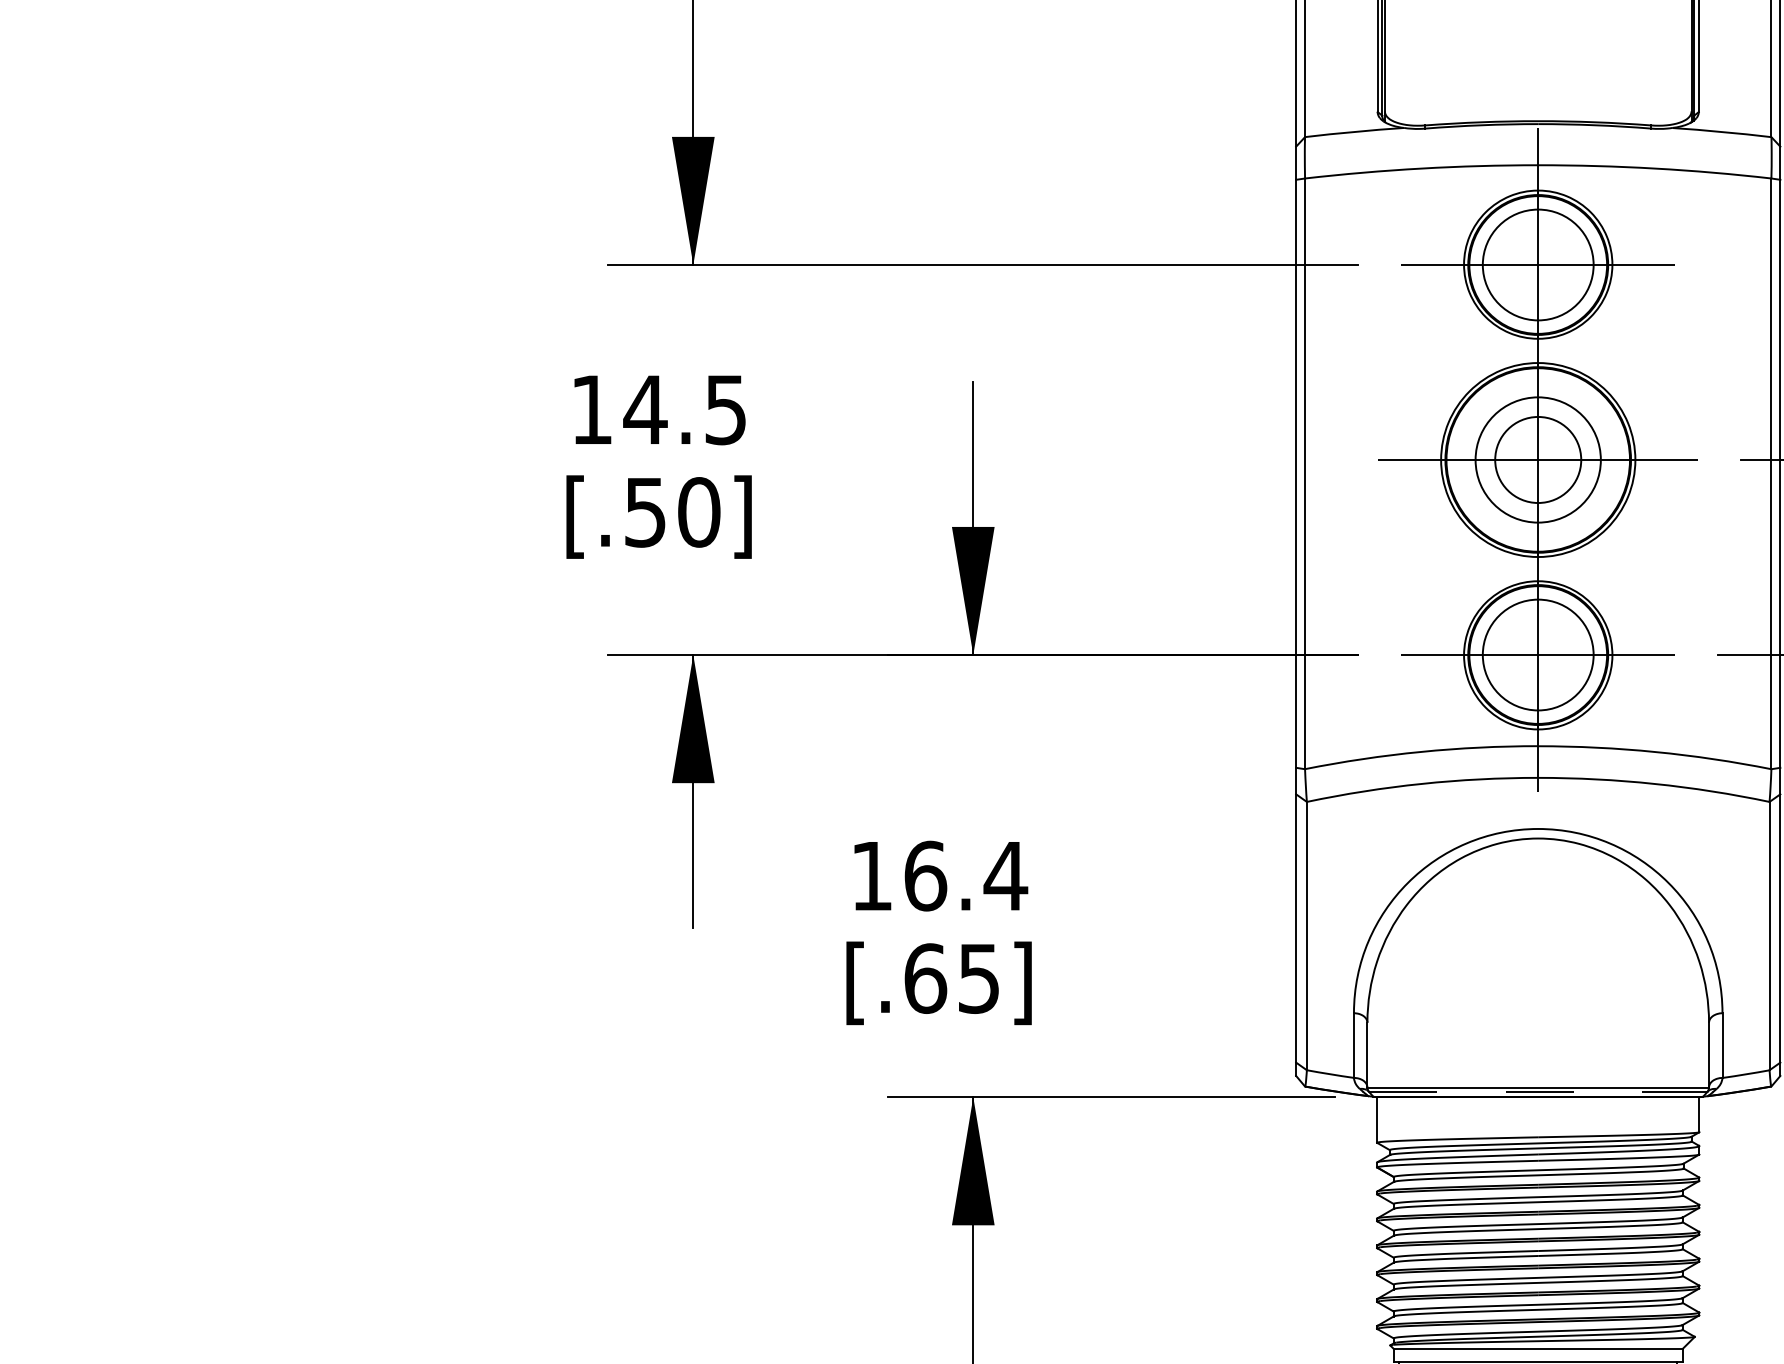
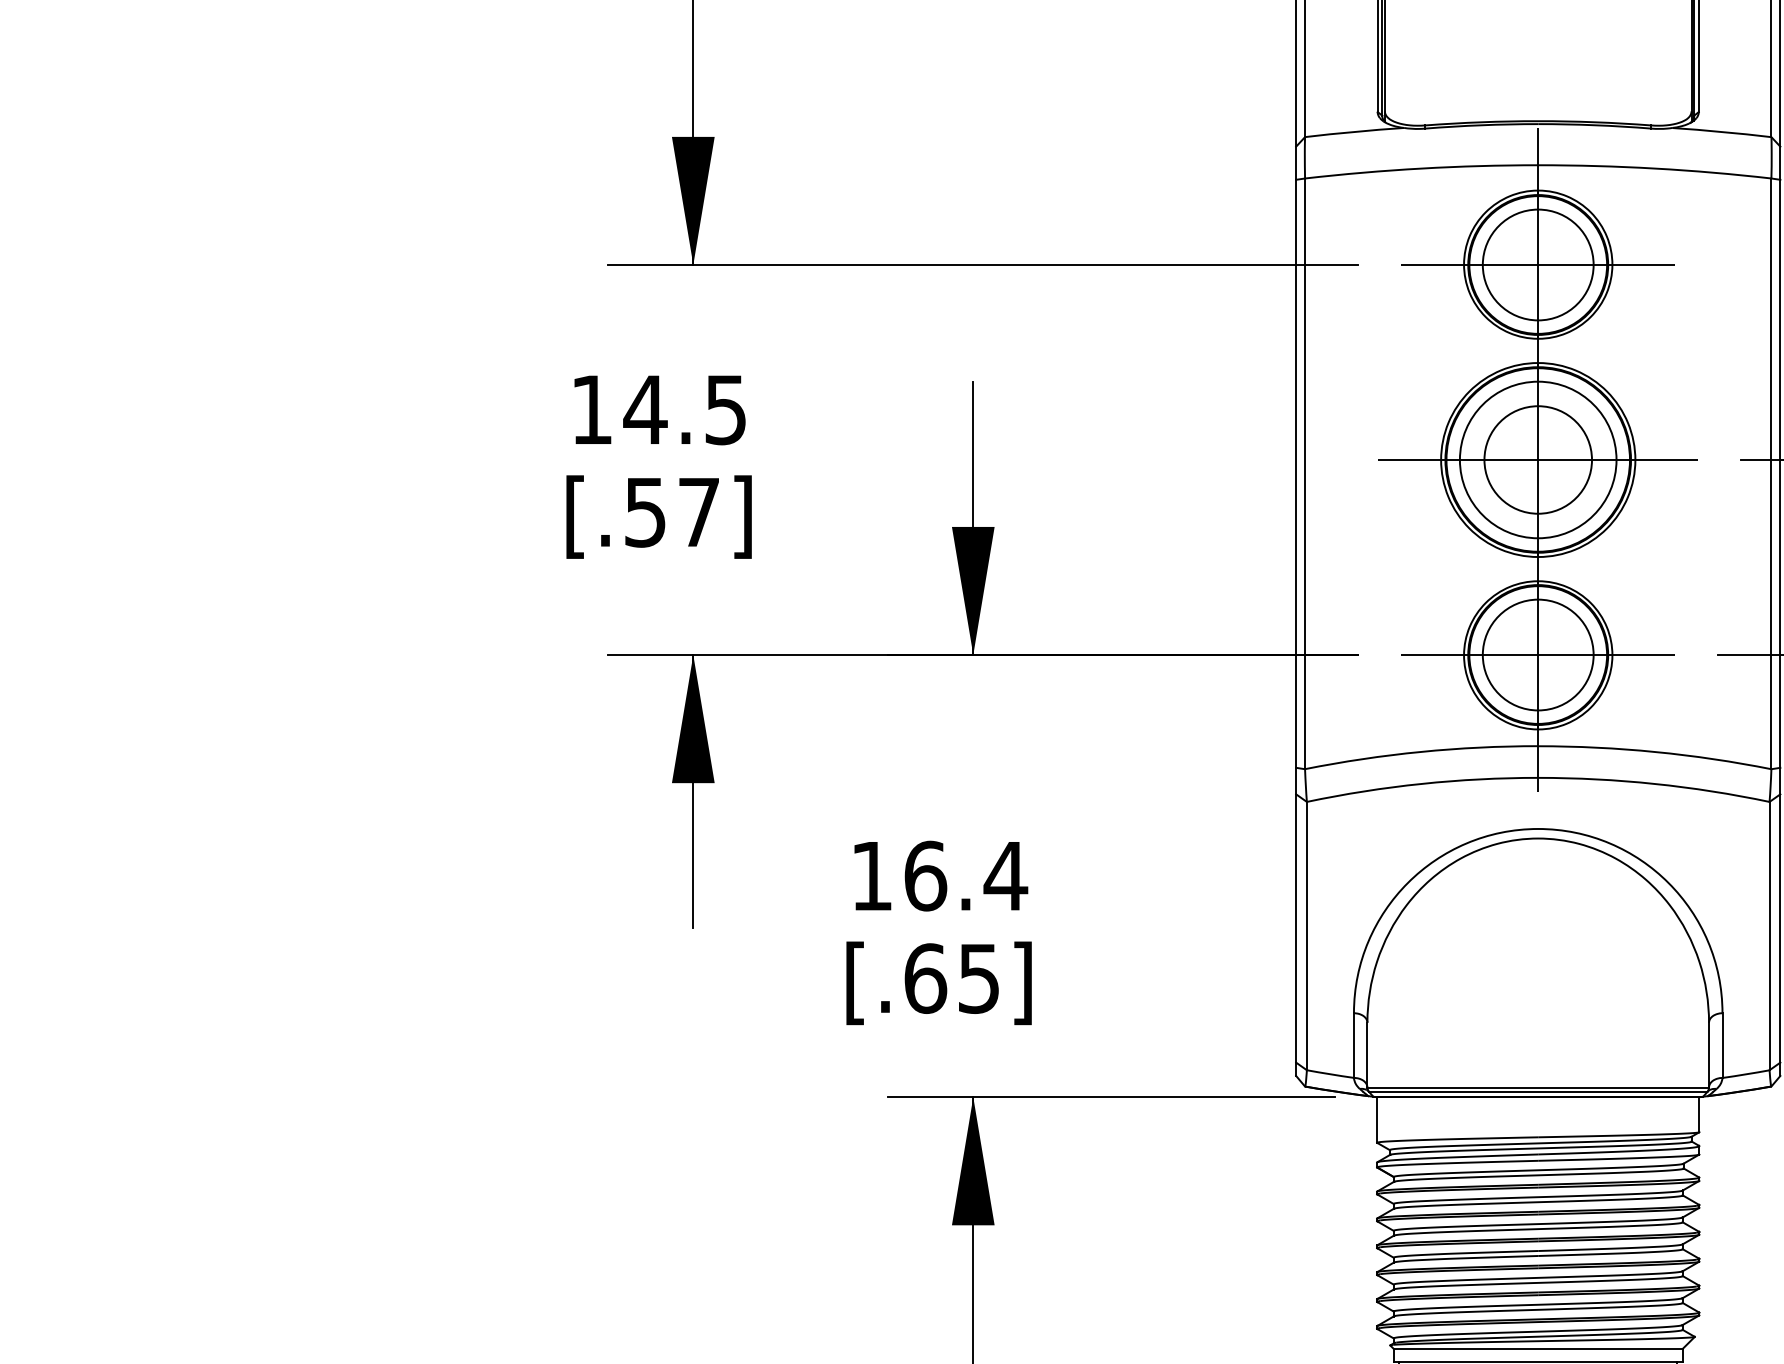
circle at (1537, 459) diameter: 125 px -> 157 px
circle at (1538, 459) diameter: 86 px -> 108 px
text at (699, 512): [.50] -> [.57]
line at (1538, 1092): dashed -> solid
